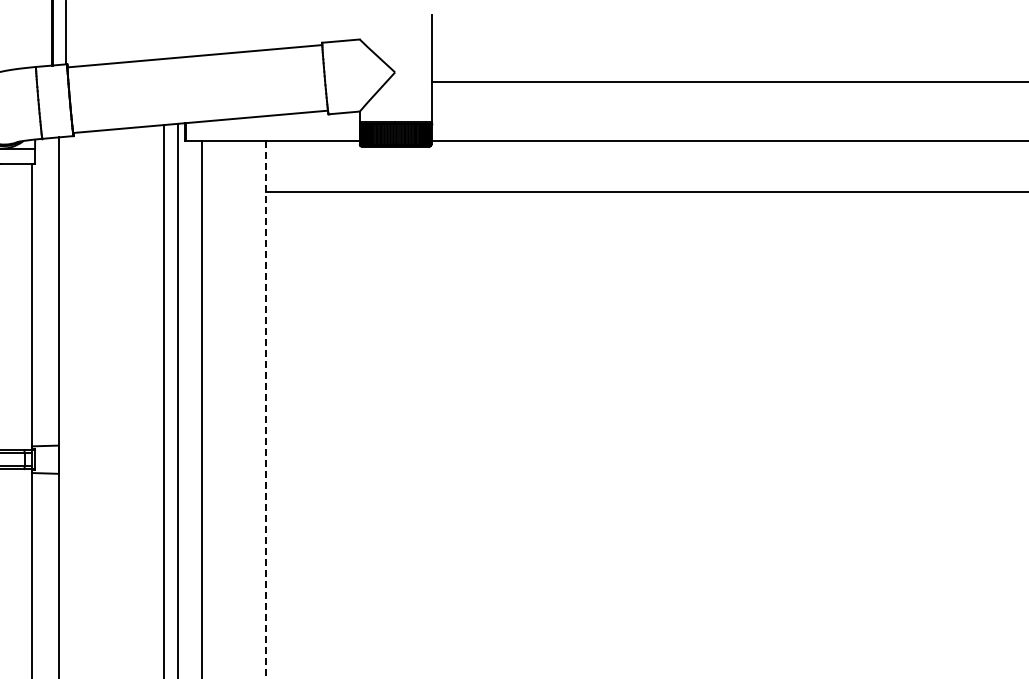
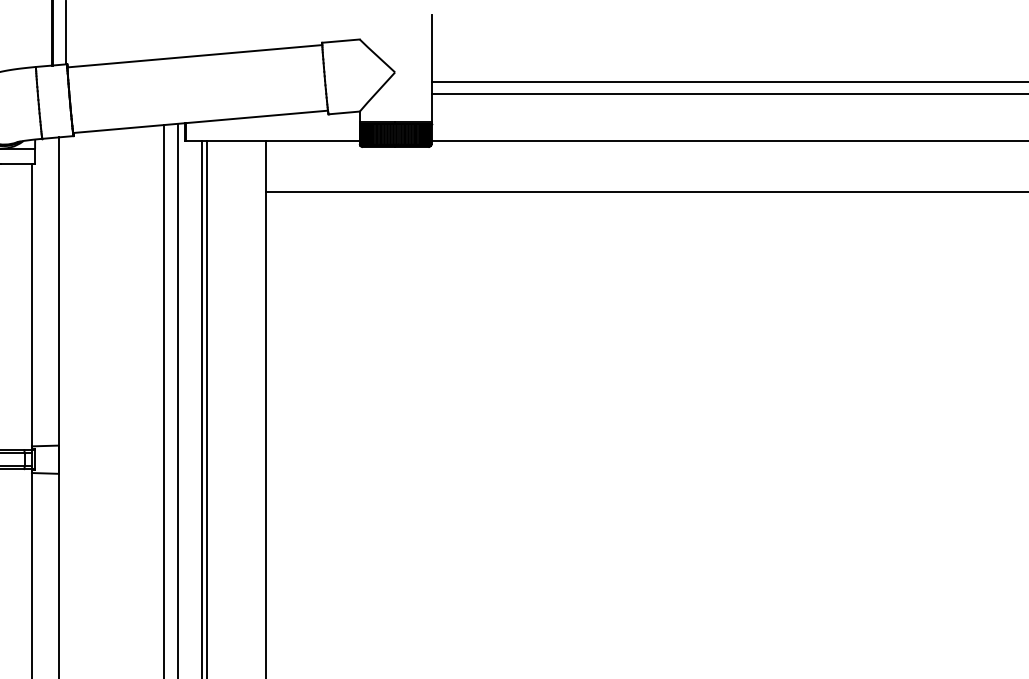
line at (728, 94): none -> present
line at (207, 408): none -> present
line at (266, 410): dashed -> solid
